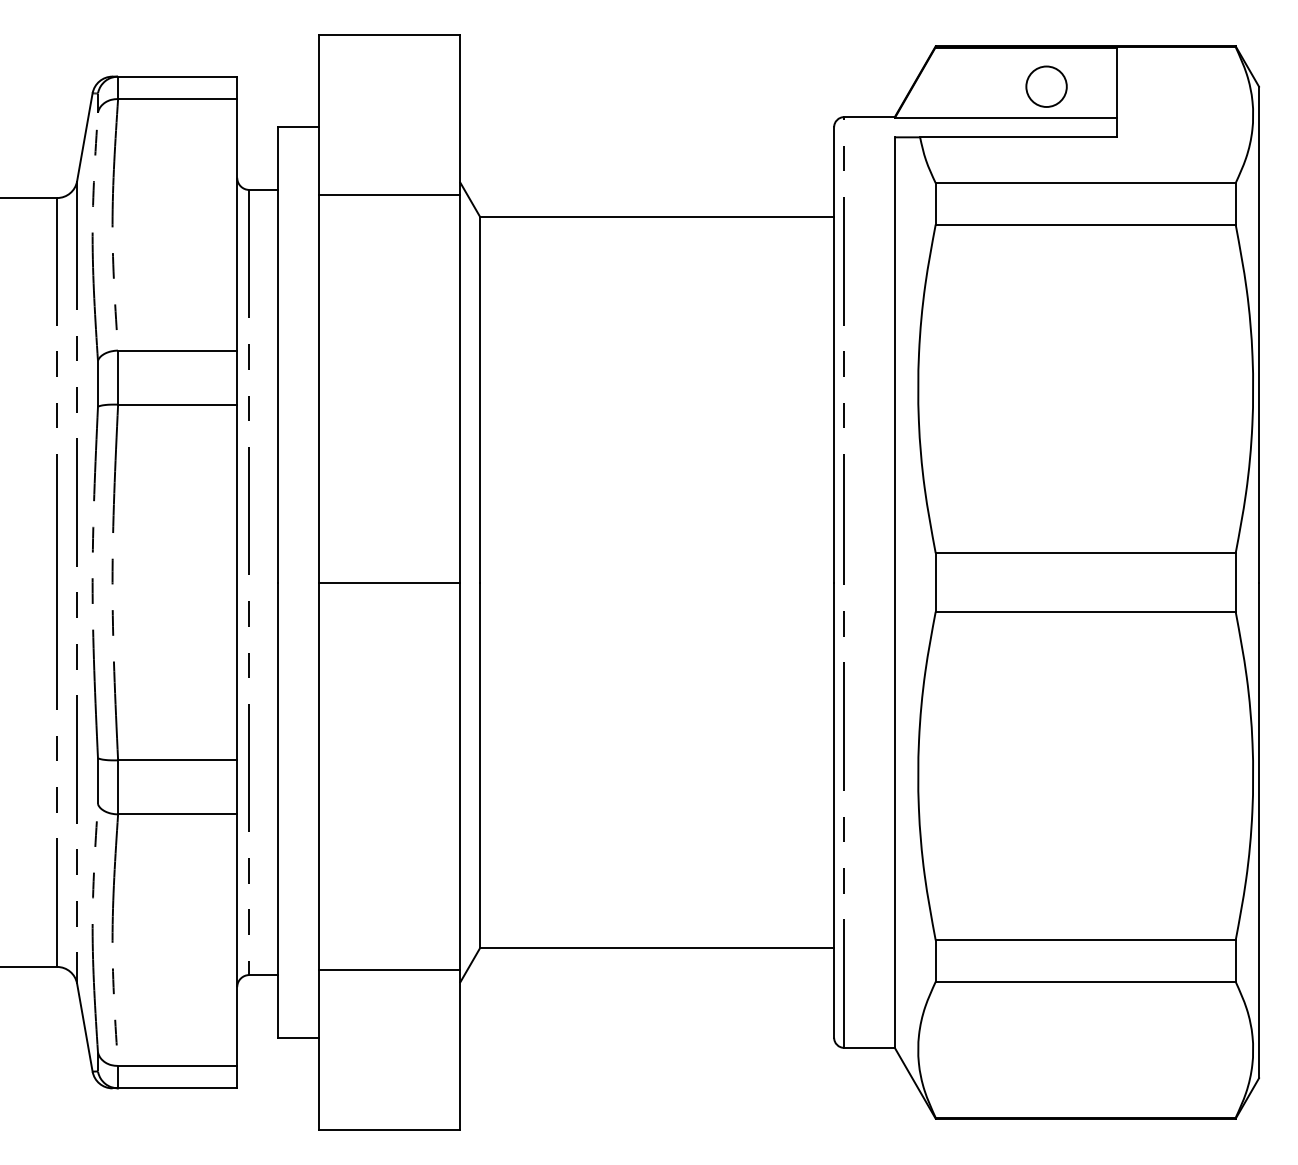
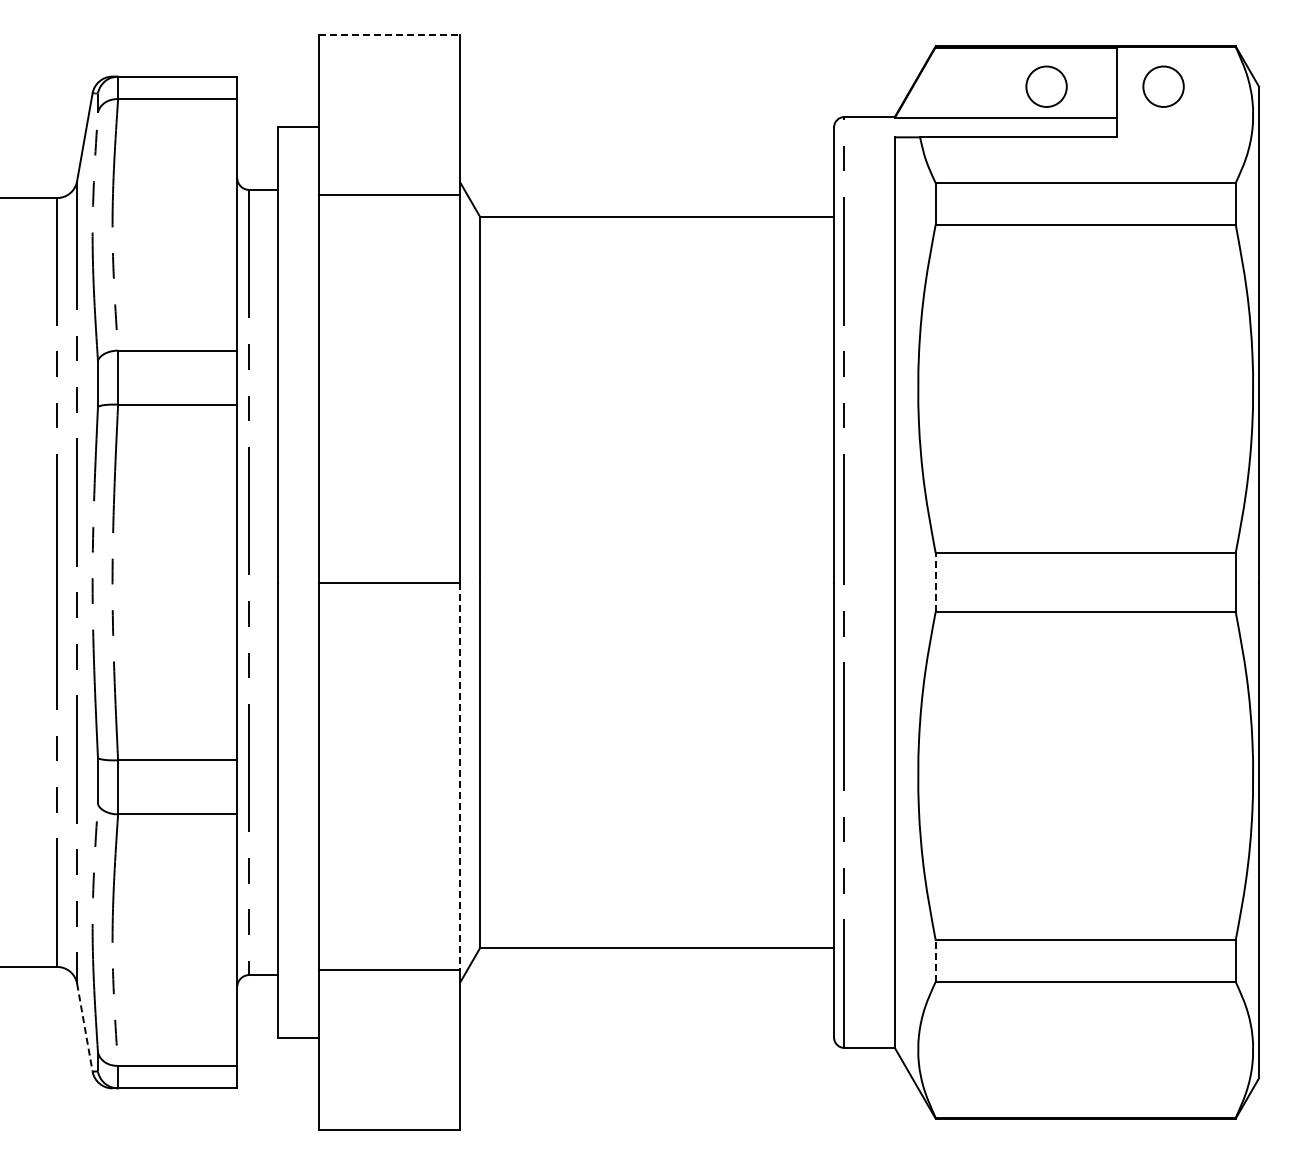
line at (389, 34): solid -> dashed
circle at (1163, 86): none -> present
line at (935, 582): solid -> dashed
line at (460, 776): solid -> dashed
line at (935, 961): solid -> dashed
line at (84, 1027): solid -> dashed
